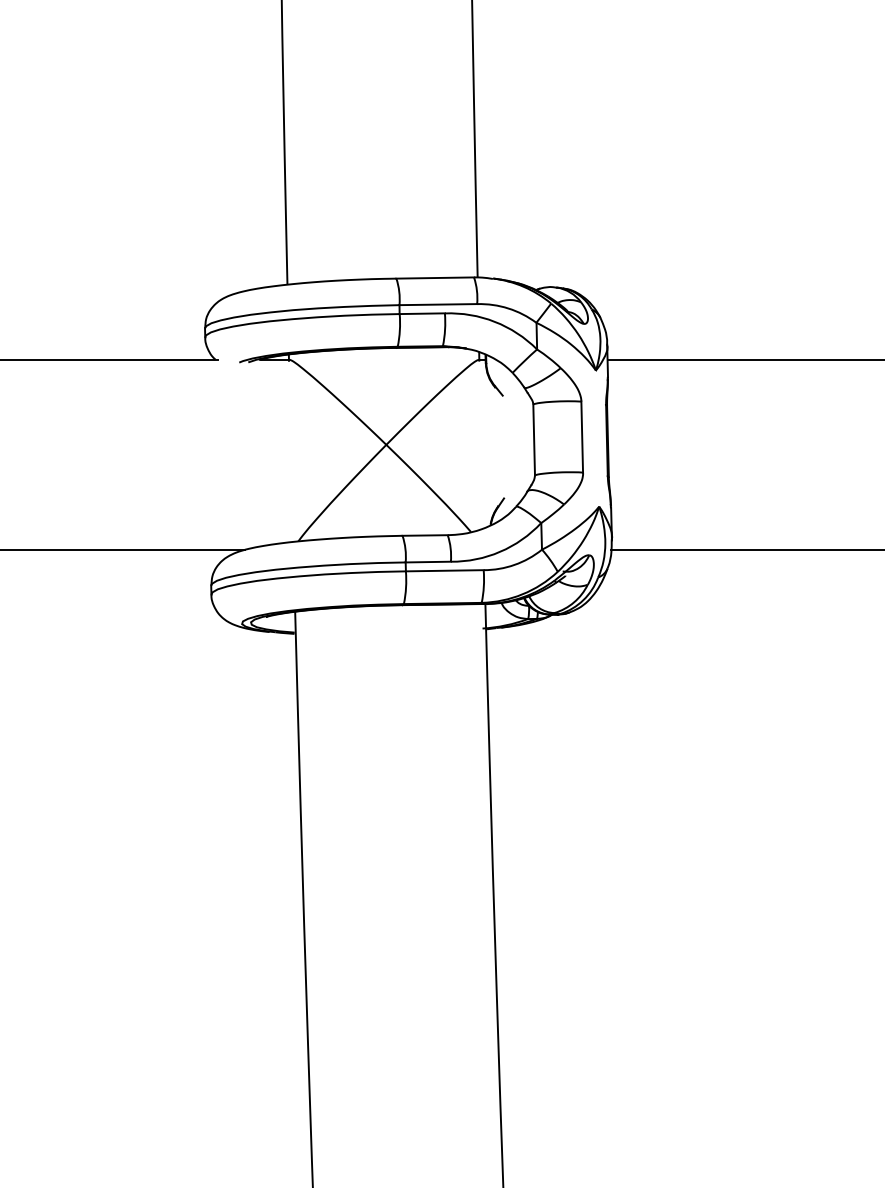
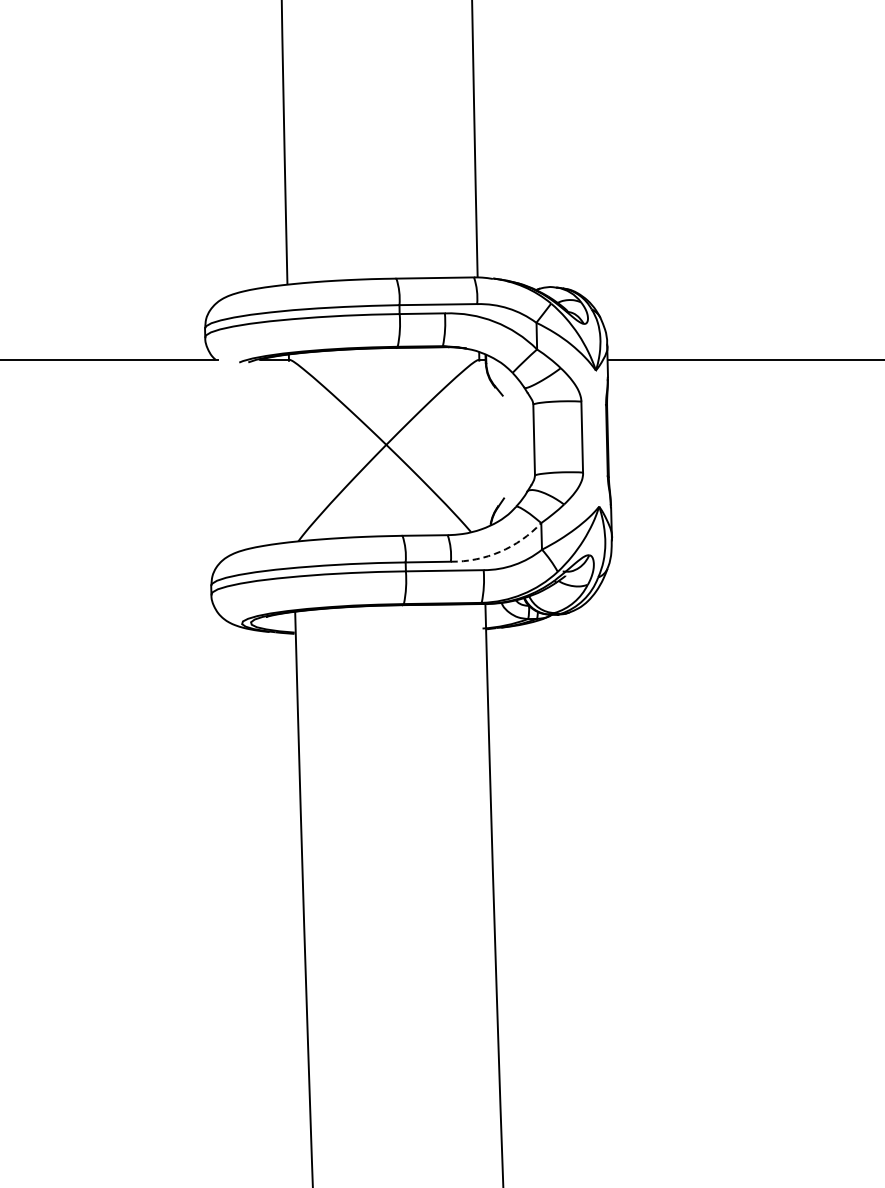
line at (123, 549): present -> none
line at (746, 549): present -> none
arc at (500, 551): solid -> dashed
